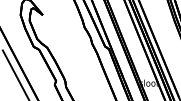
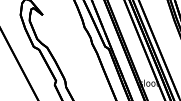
line at (14, 73): present -> none
